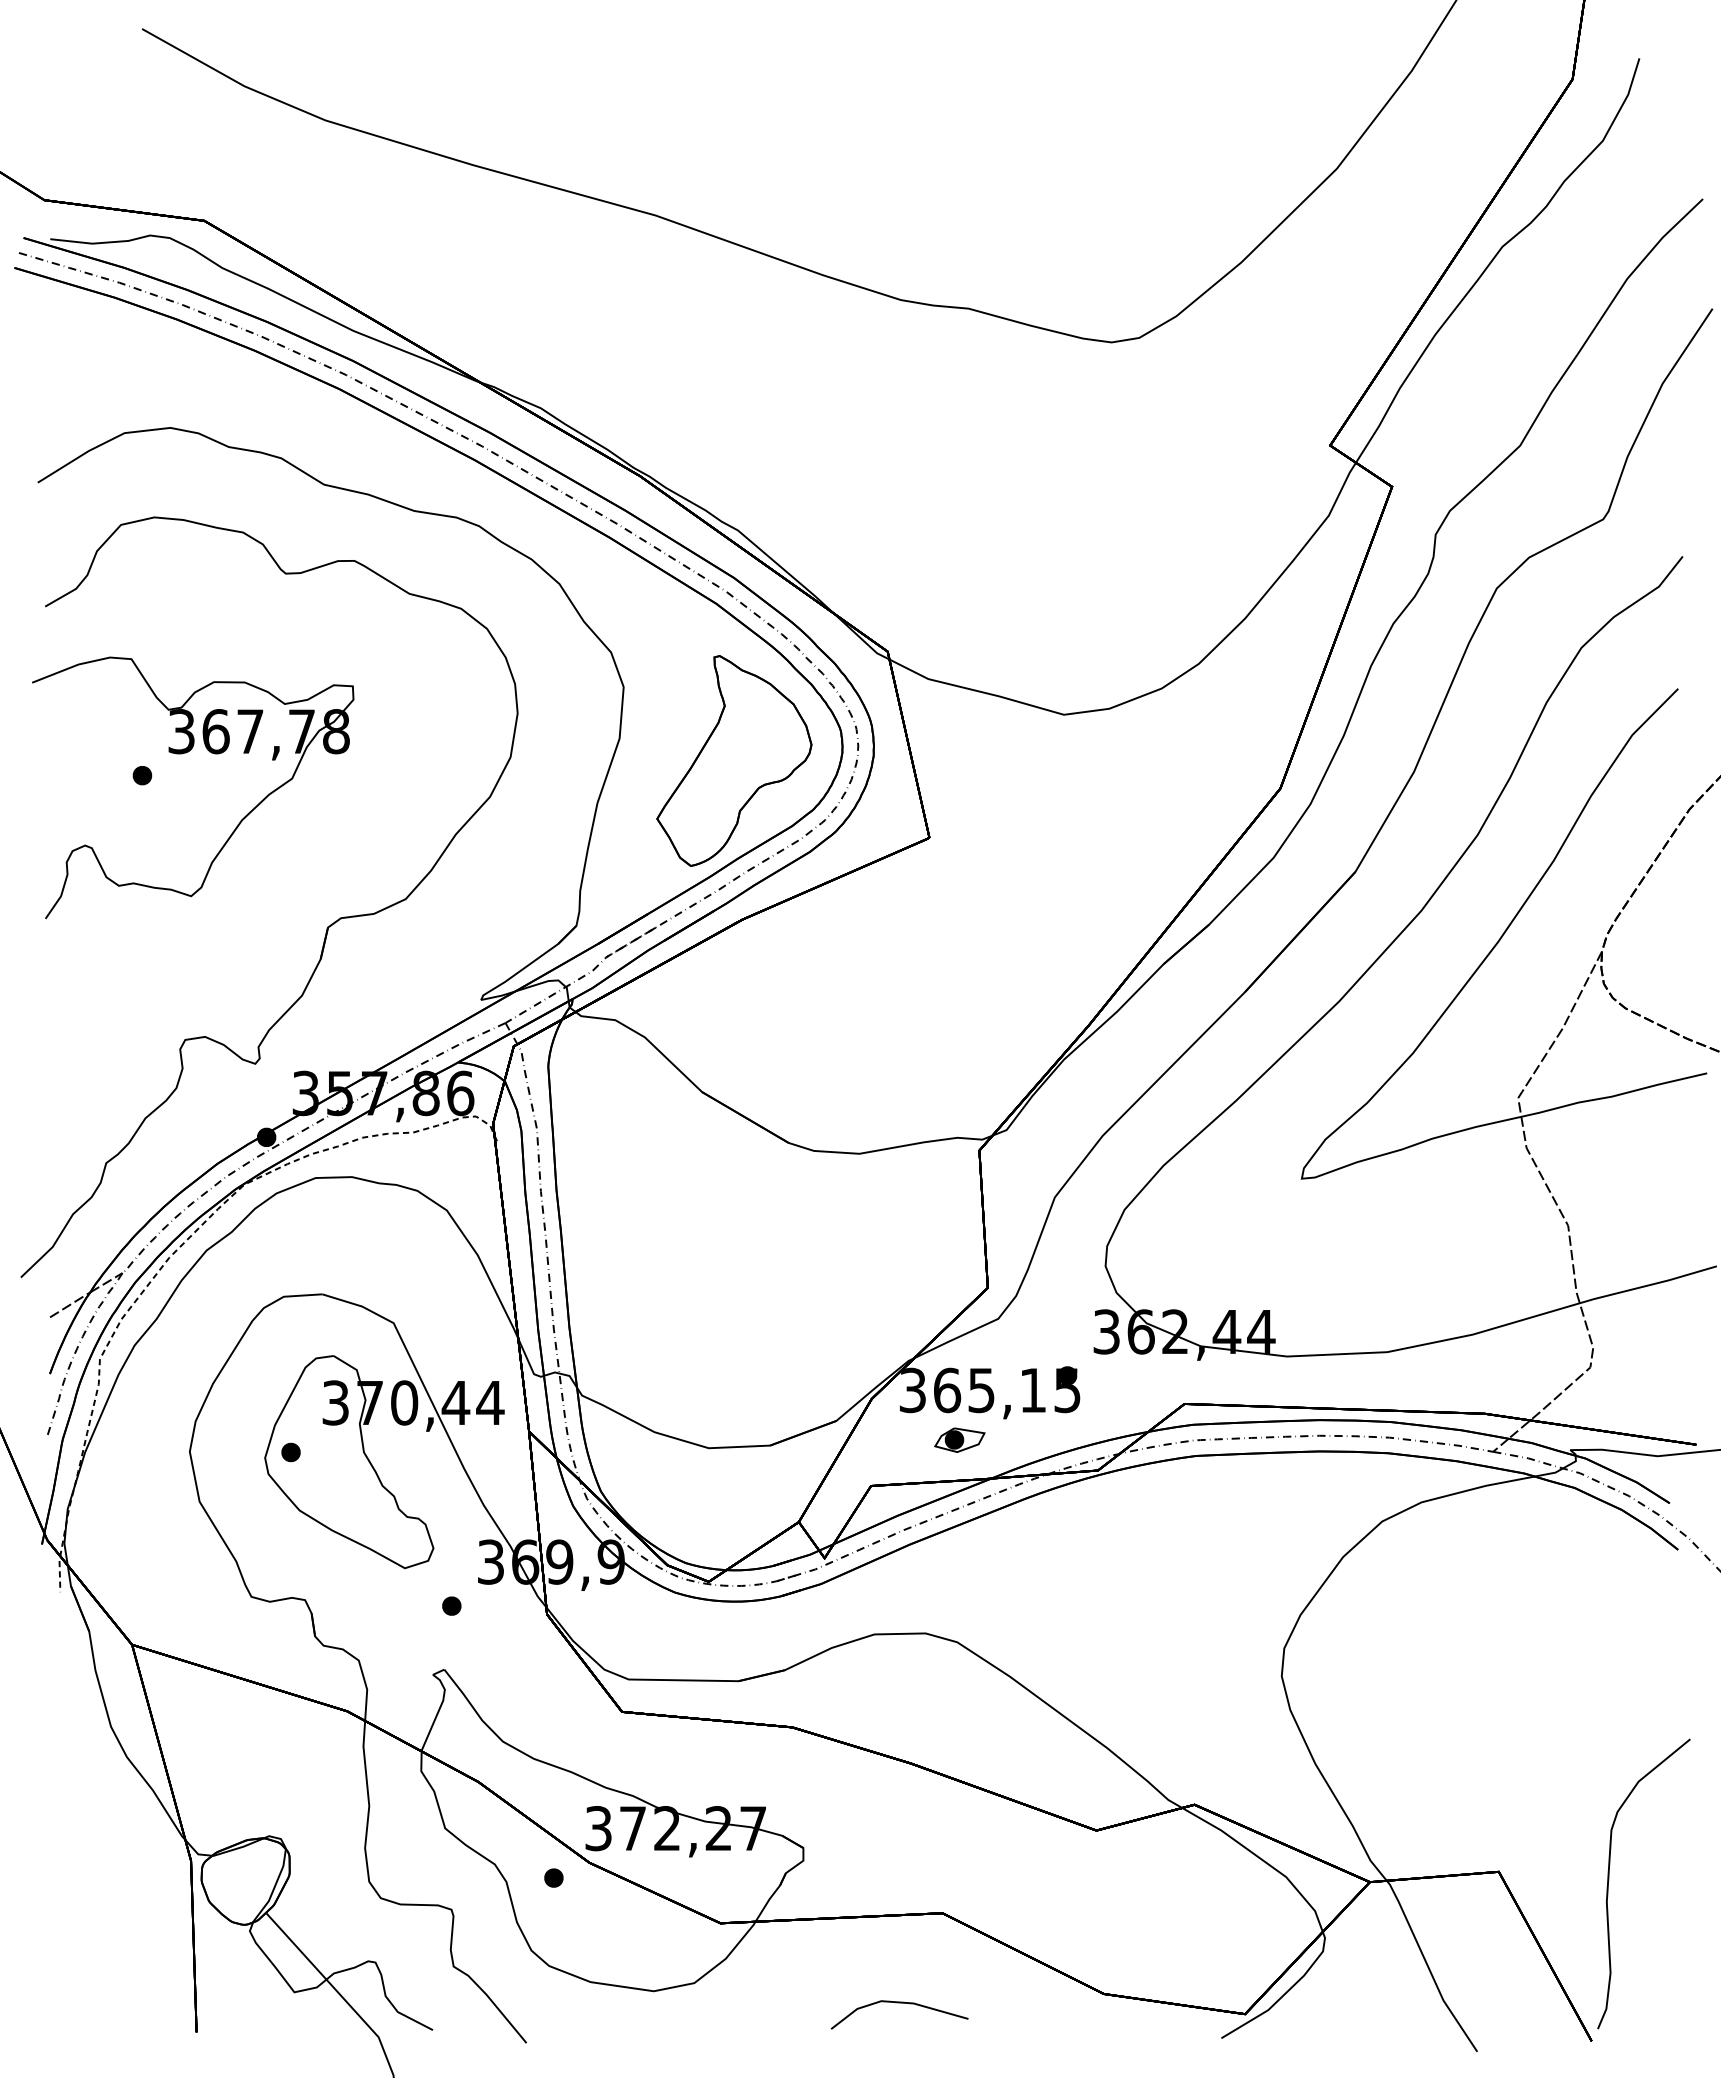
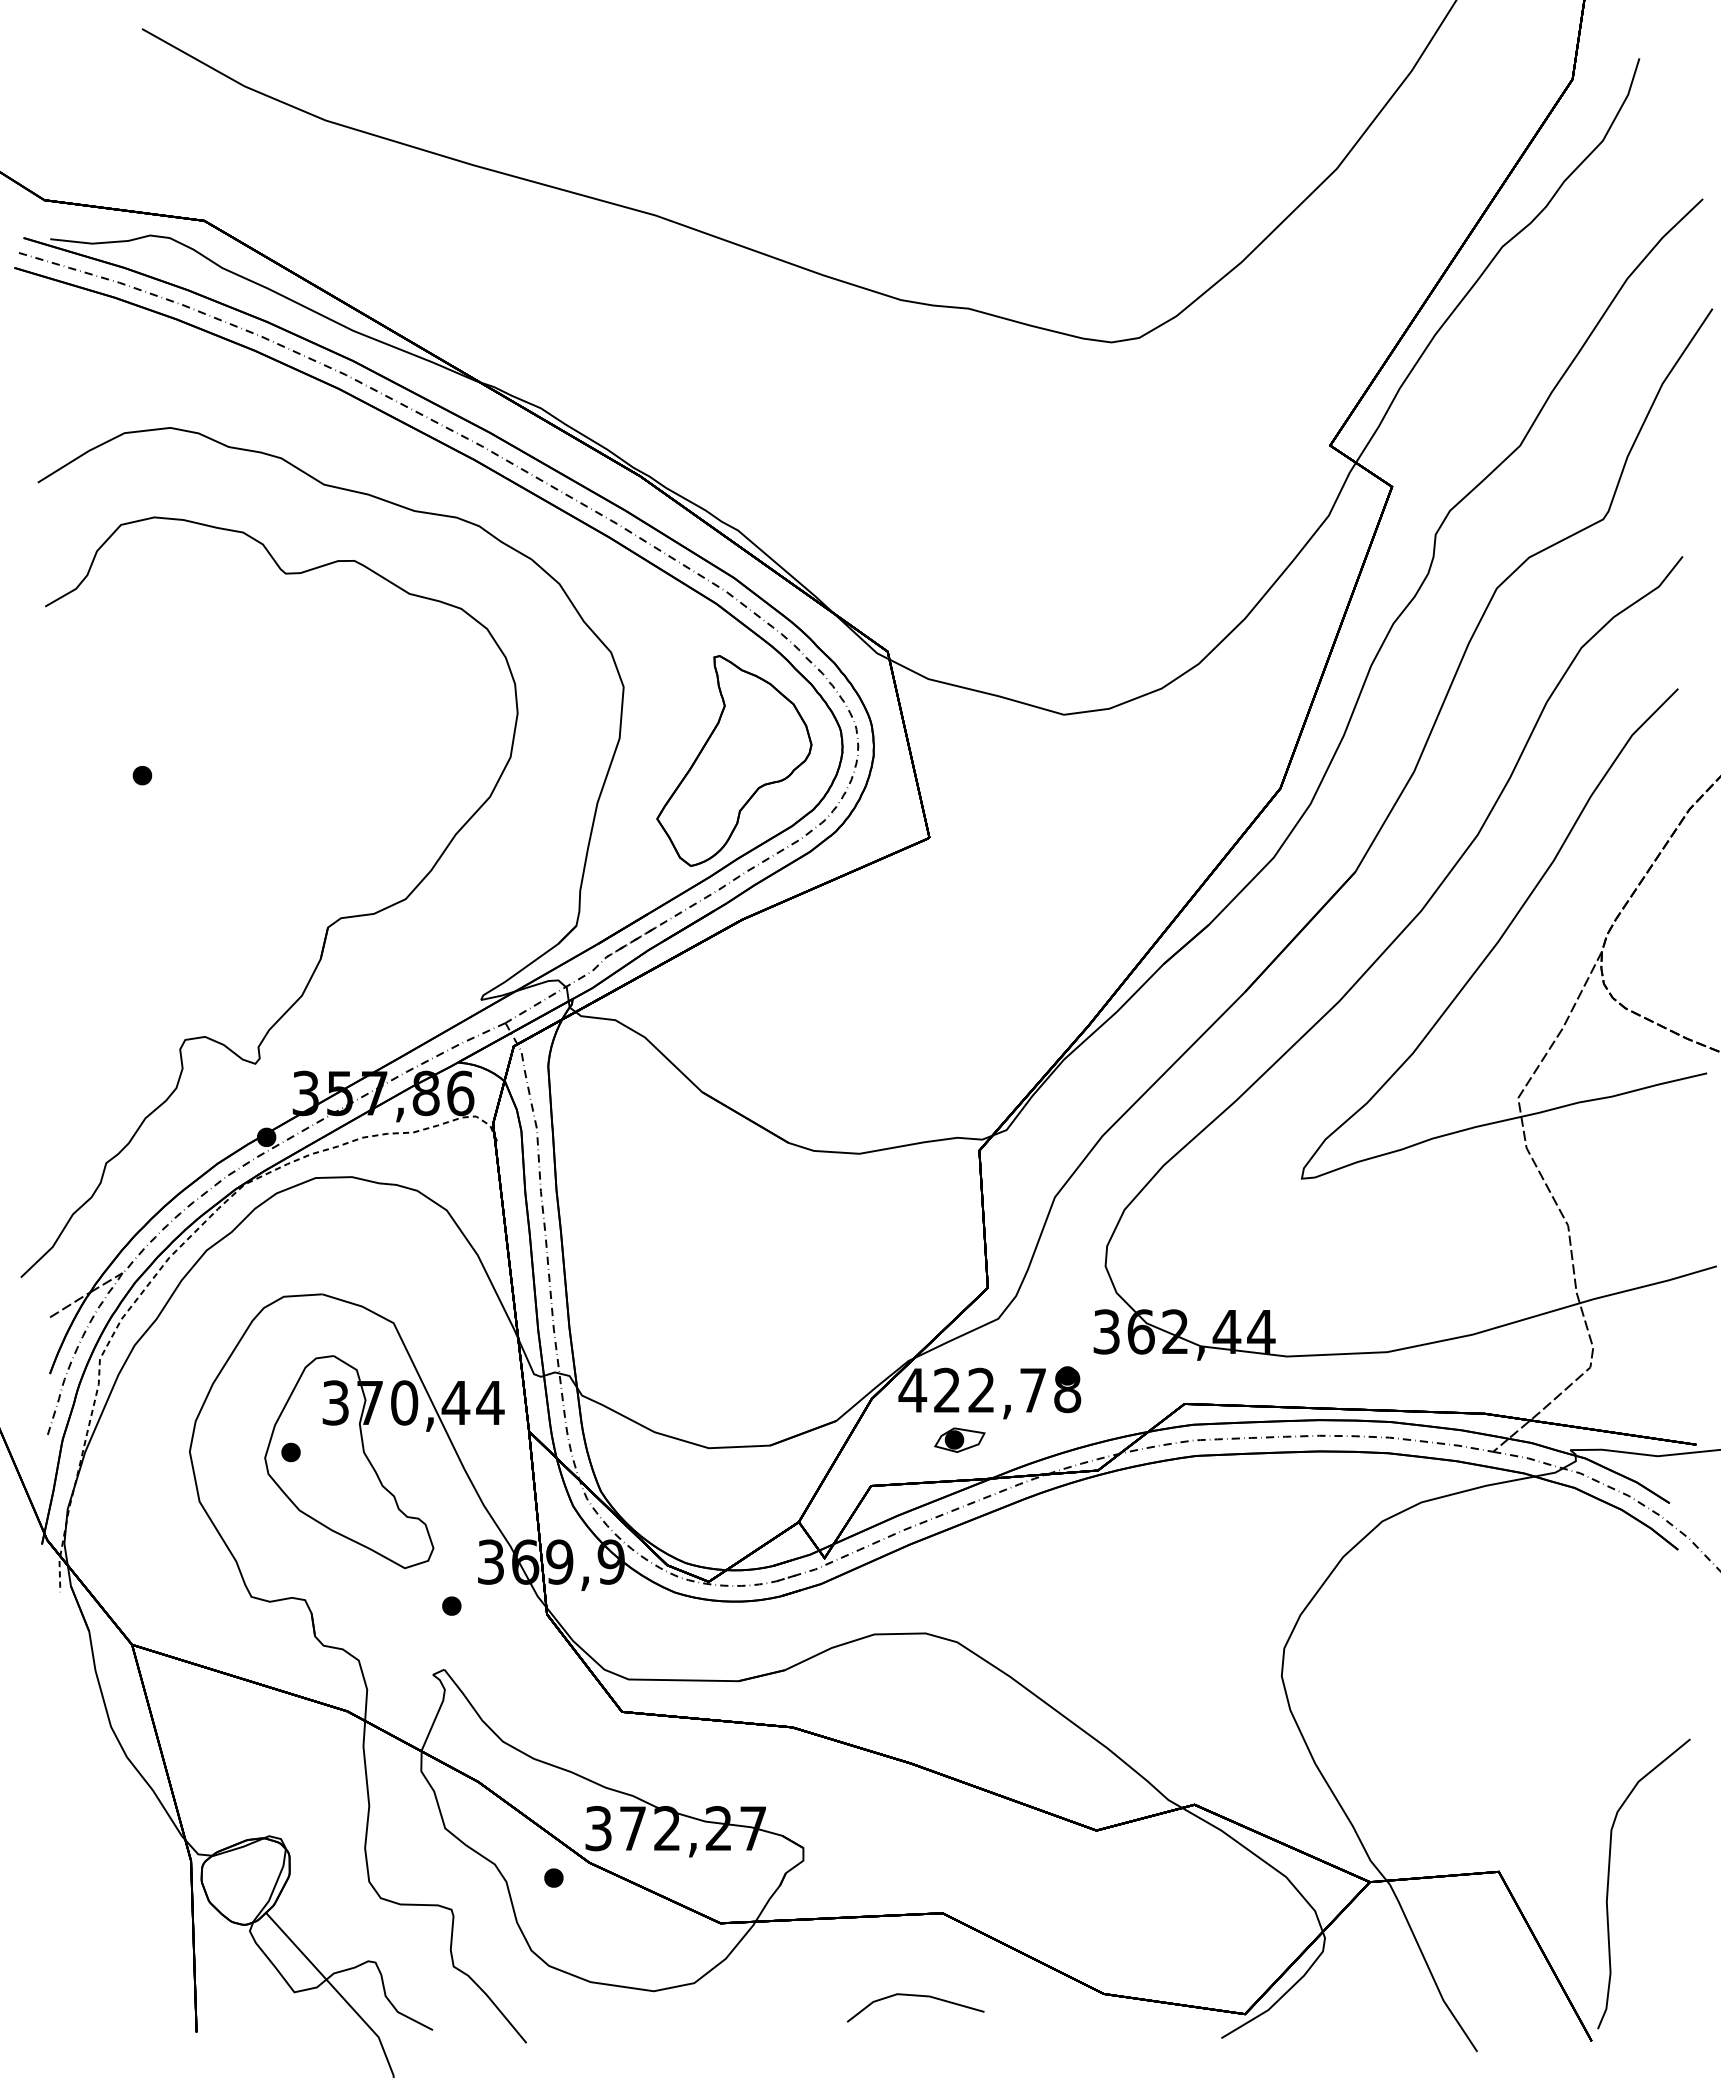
part at (186, 753): present -> none
text at (989, 1390): 365,15 -> 422,78
line at (899, 2003) position: (899, 2003) -> (915, 1996)
